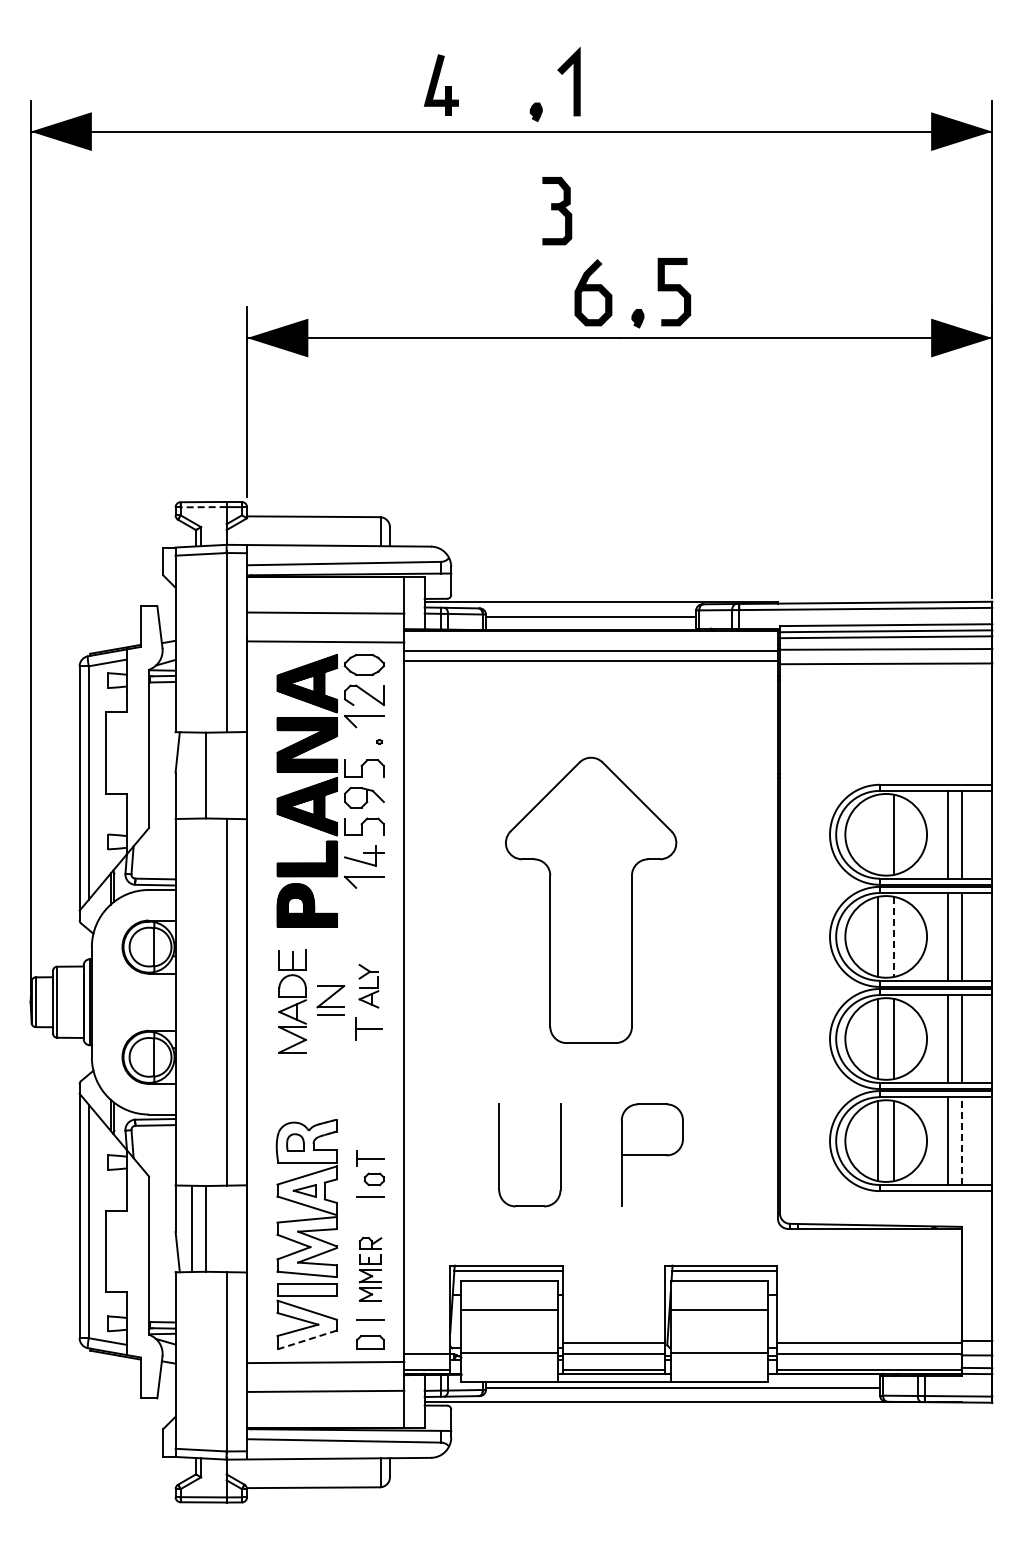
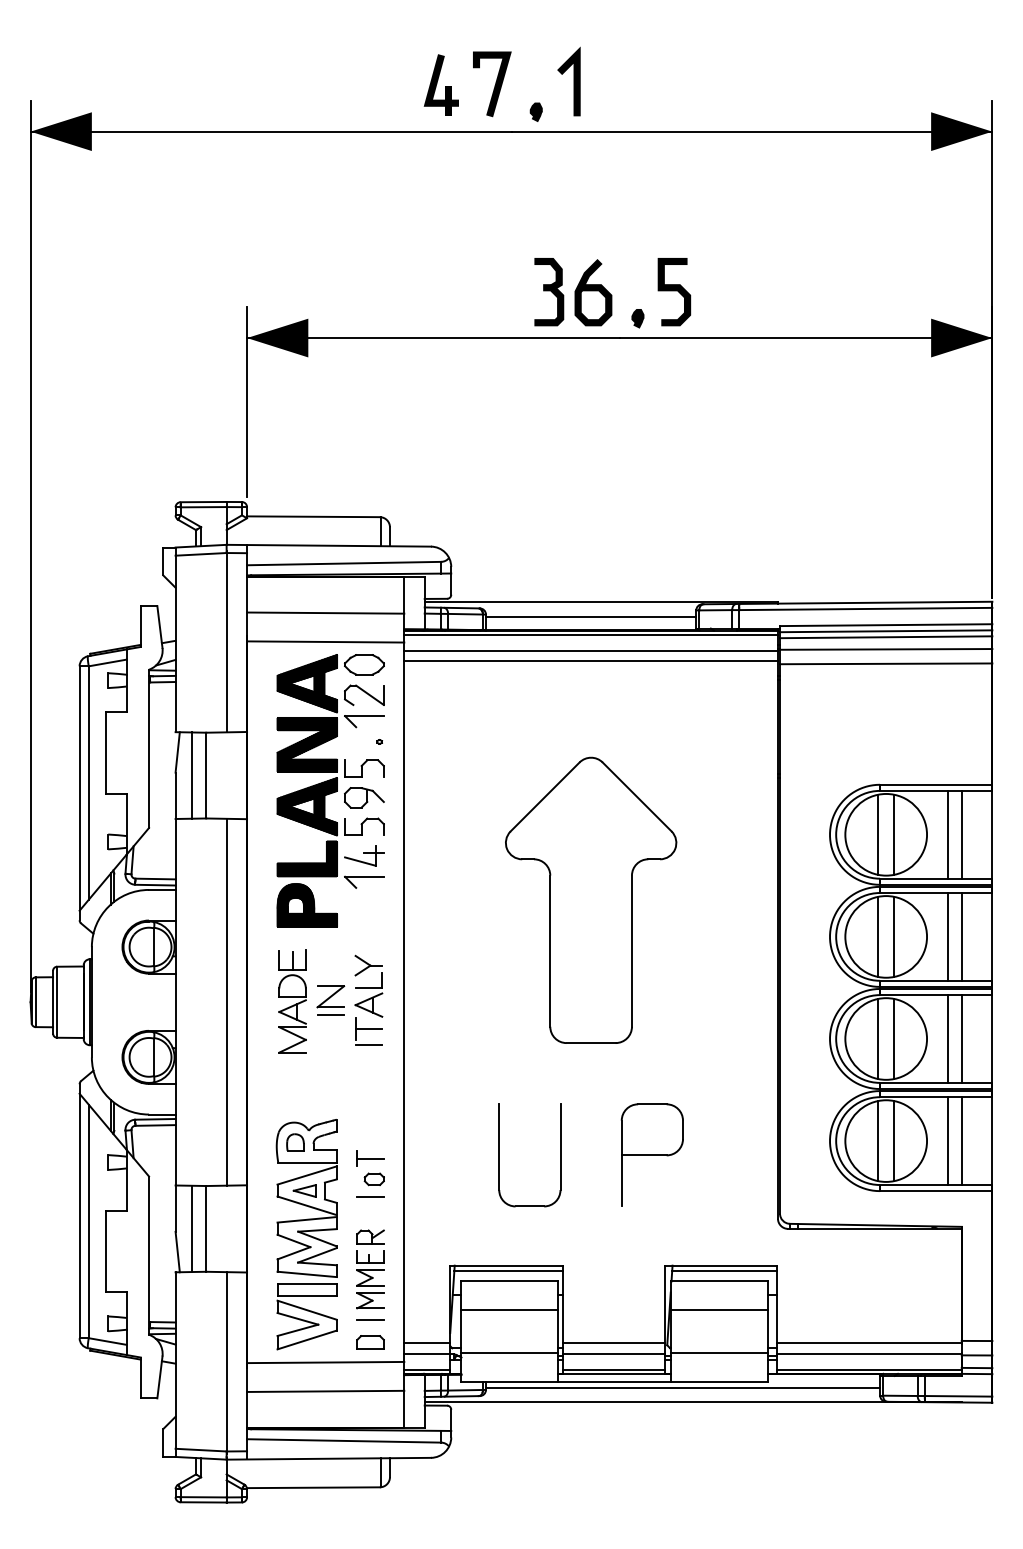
line at (494, 85): none -> present
part at (557, 211) position: (557, 211) -> (549, 292)
line at (203, 507): dashed -> solid
line at (590, 634): none -> present
line at (191, 775): none -> present
line at (878, 834): none -> present
line at (894, 937): dashed -> solid
part at (368, 985) size: 22x46 px -> 30x64 px
line at (368, 1045): none -> present
line at (961, 1141): dashed -> solid
part at (370, 1269) size: 25x65 px -> 29x81 px
line at (306, 1340): dashed -> solid
line at (427, 1343): none -> present
